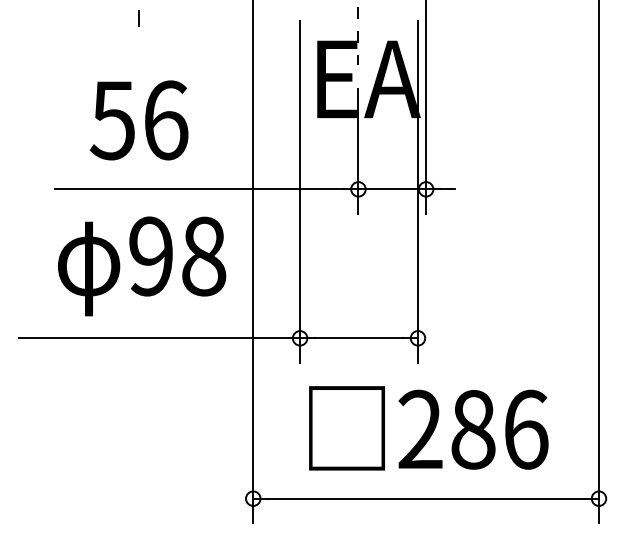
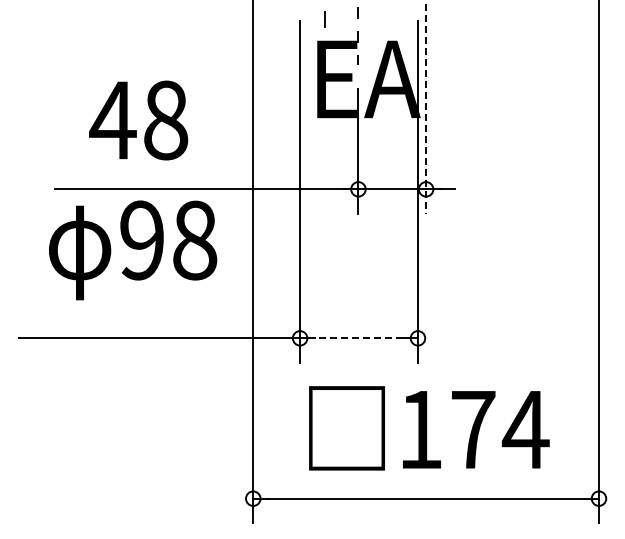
line at (138, 18) position: (138, 18) -> (324, 19)
line at (426, 107): solid -> dashed
text at (138, 120): 56 -> 48
text at (142, 266) position: (142, 266) -> (133, 250)
line at (358, 338): solid -> dashed
text at (473, 429): 286 -> 174
